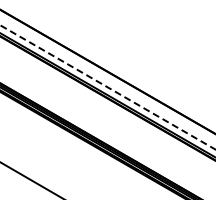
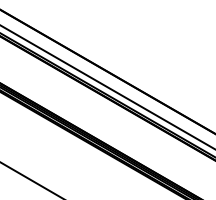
line at (108, 87): dashed -> solid
